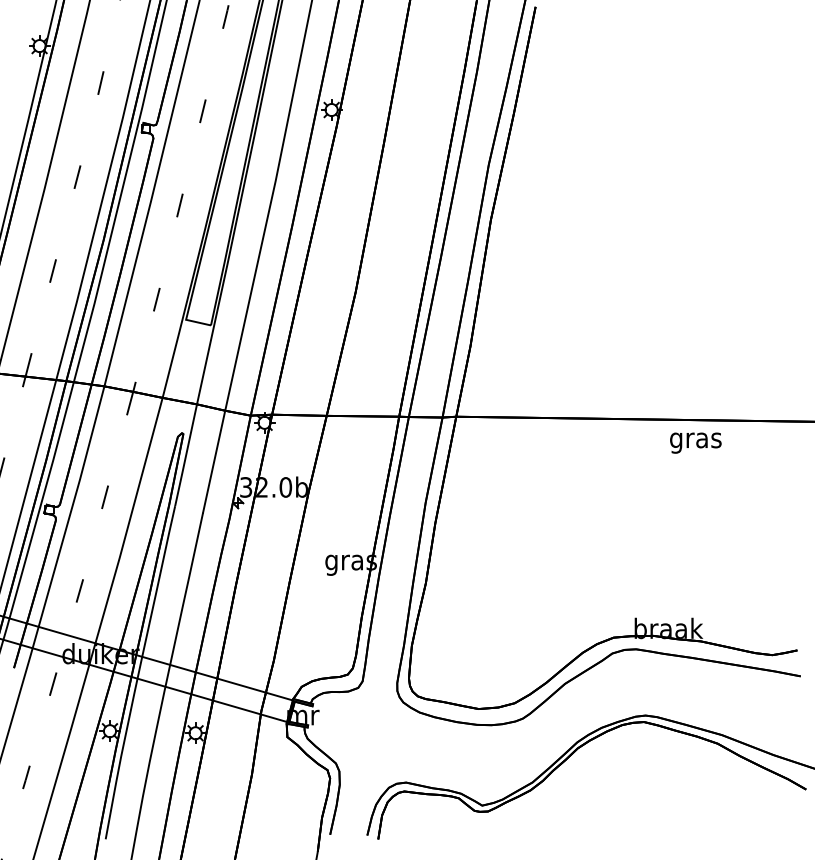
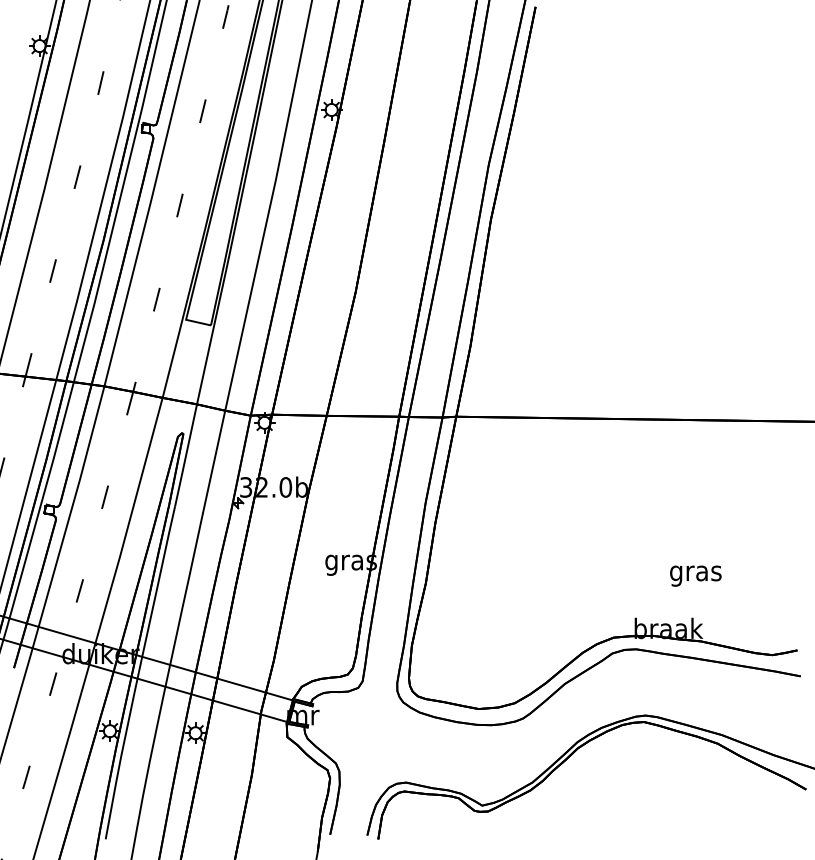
text at (695, 442) position: (695, 442) -> (695, 575)
